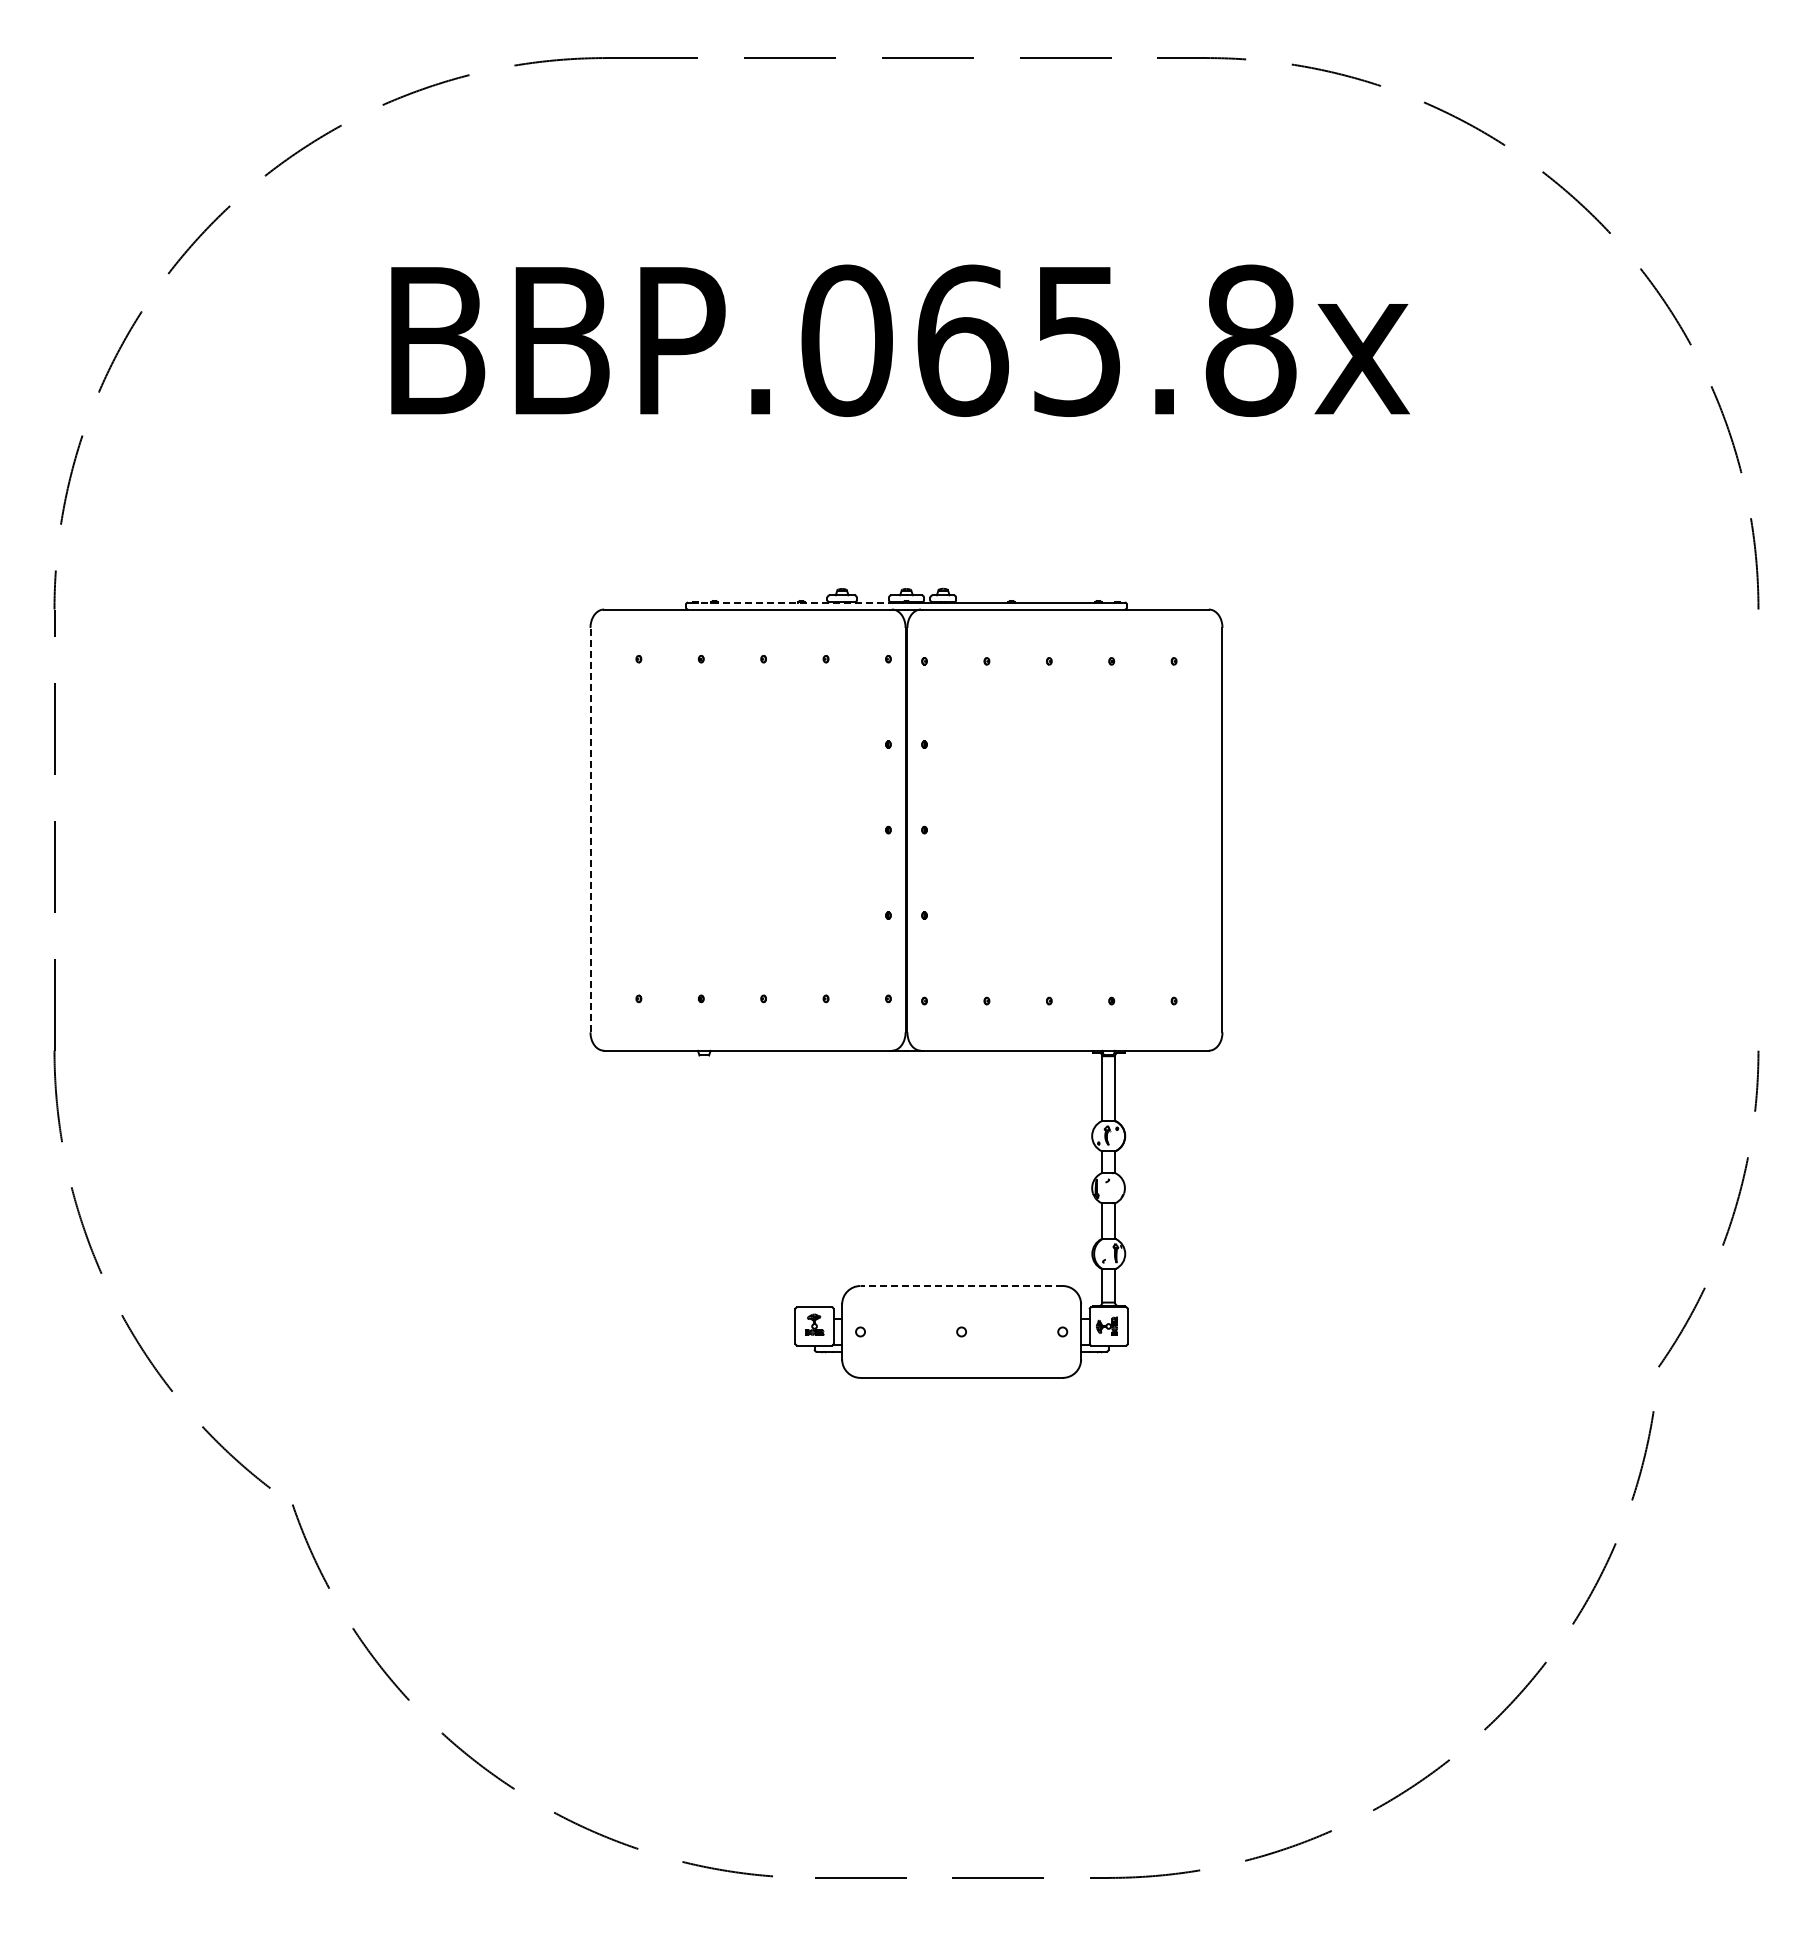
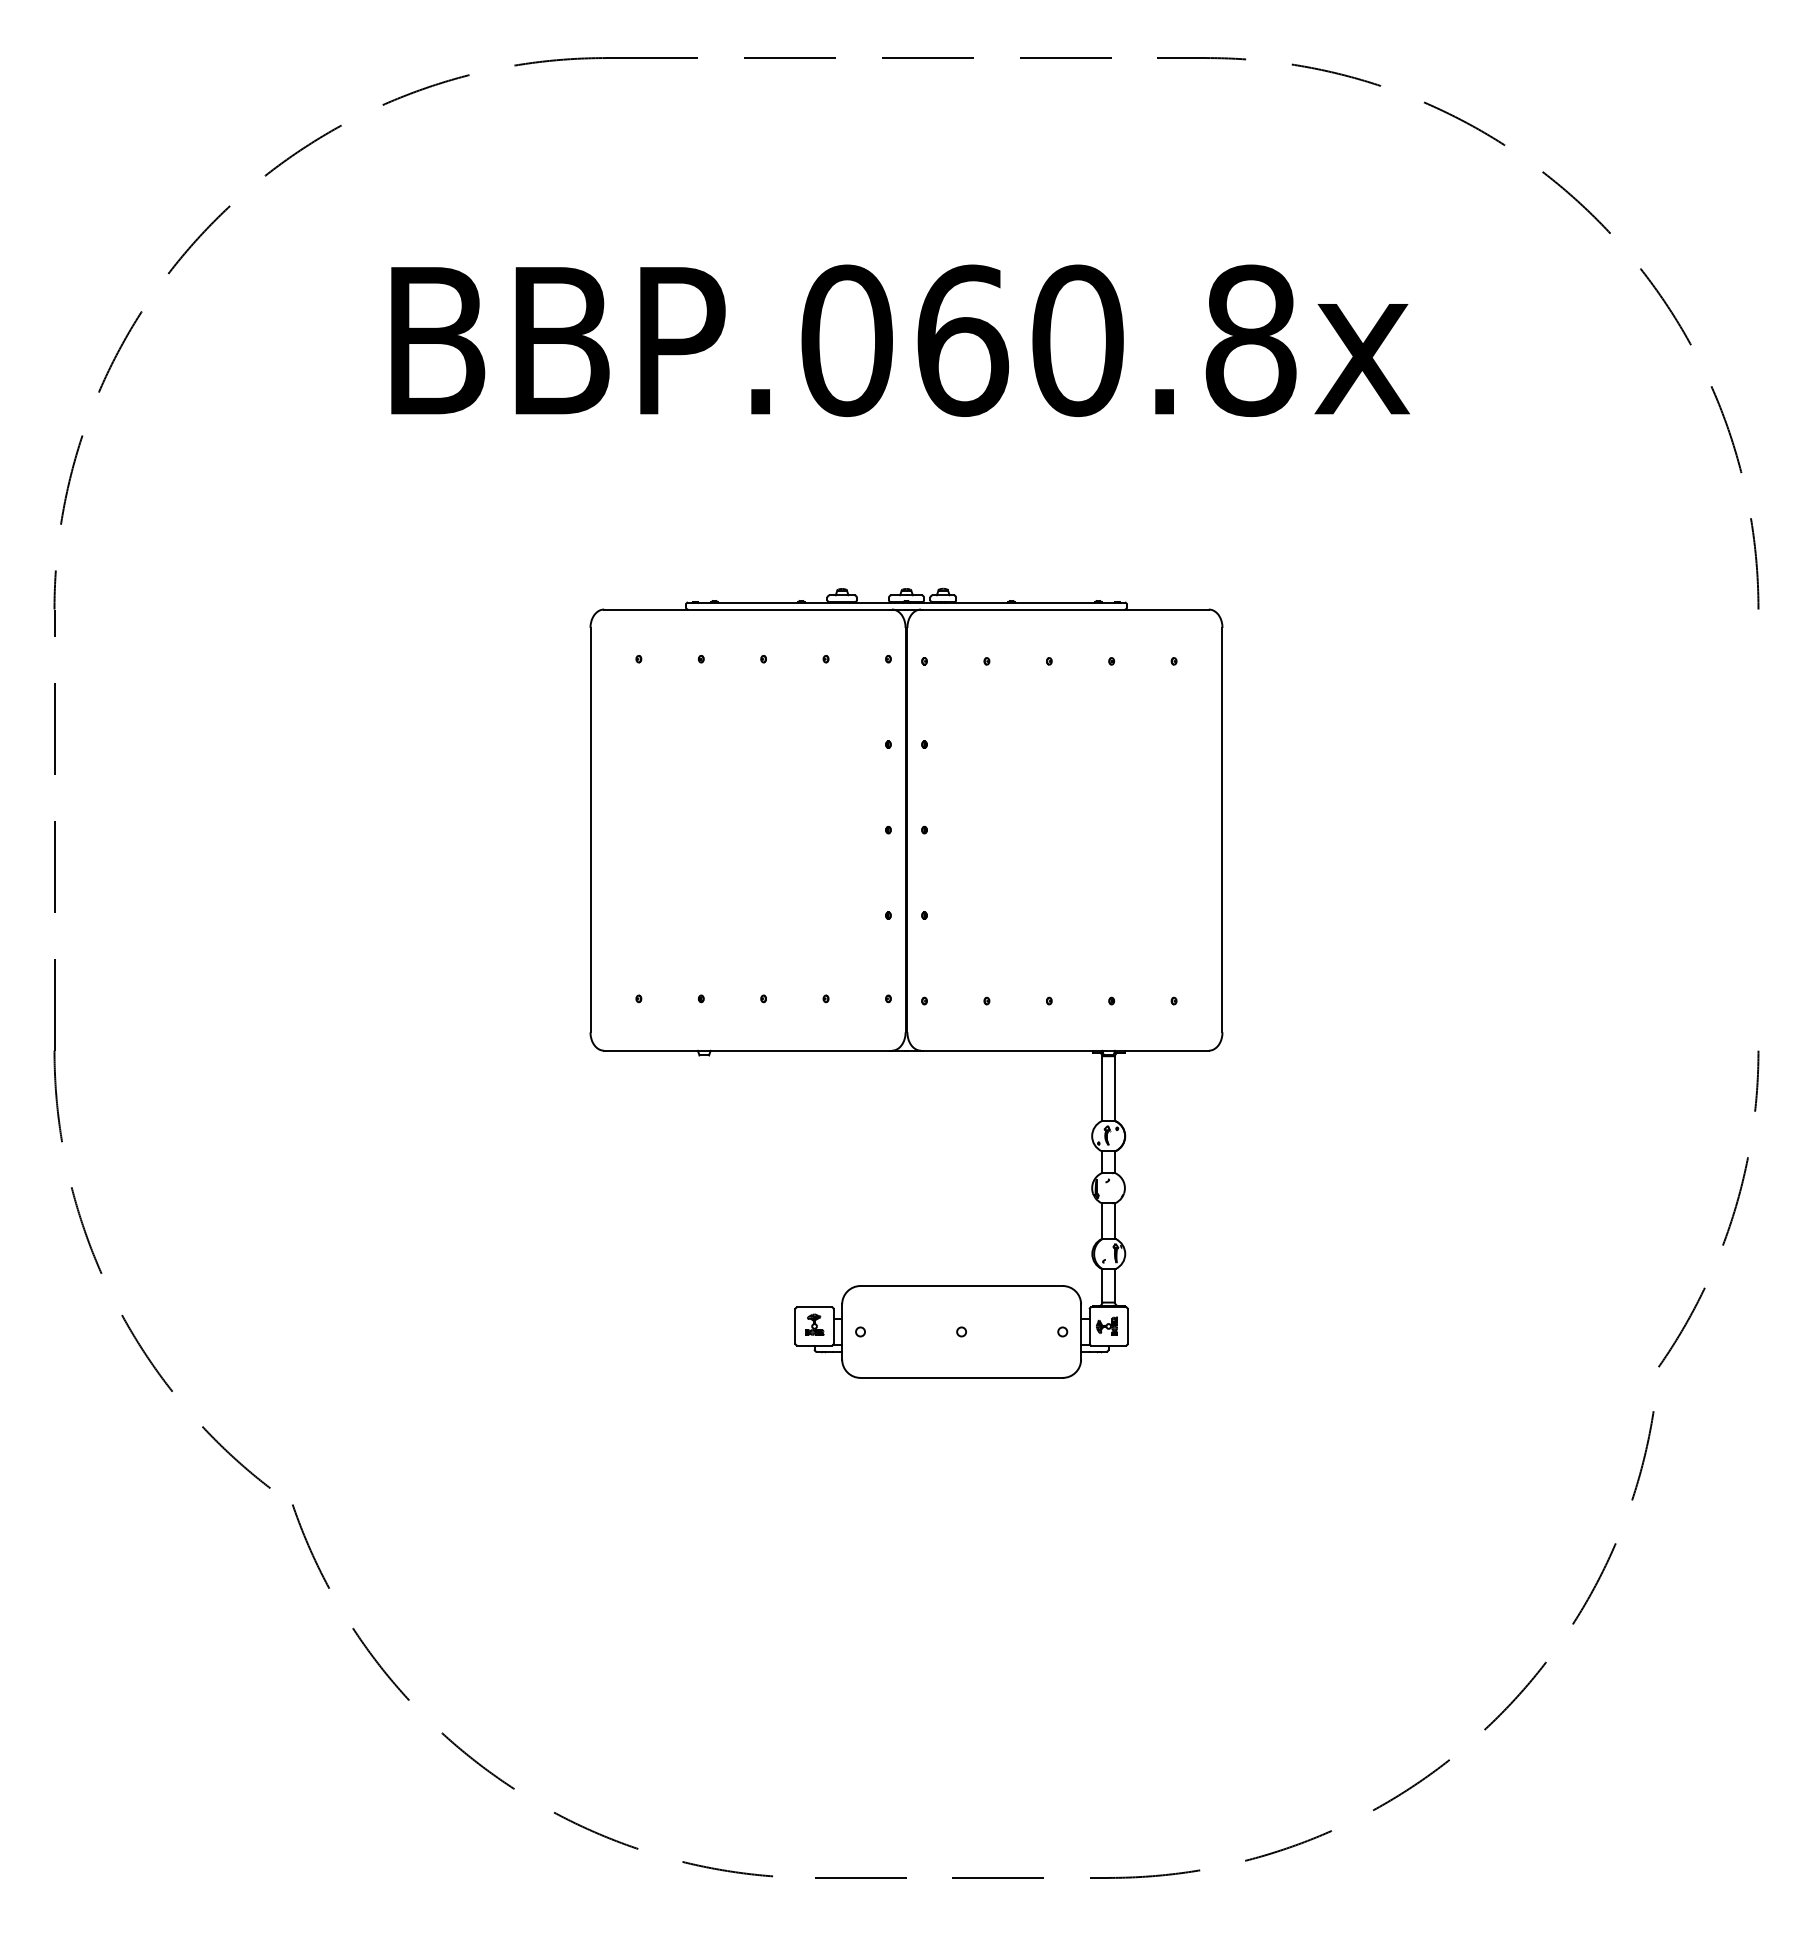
text at (1077, 340): BBP.065.8x -> BBP.060.8x
line at (793, 602): dashed -> solid
line at (590, 829): dashed -> solid
line at (961, 1286): dashed -> solid
